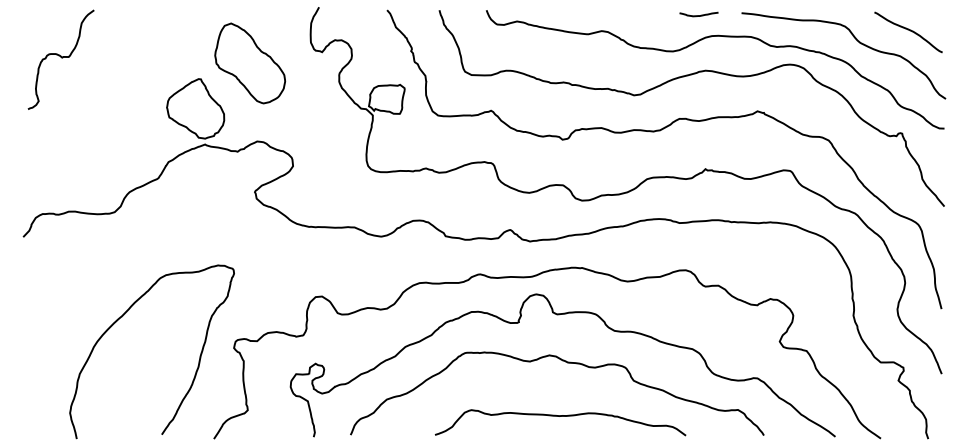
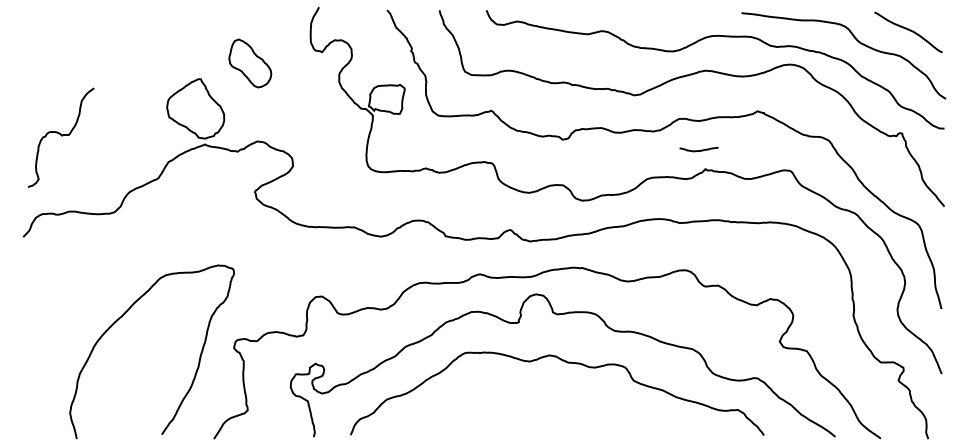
curve at (698, 15) position: (698, 15) -> (698, 150)
curve at (61, 58) position: (61, 58) -> (61, 136)
part at (250, 63) size: 73x83 px -> 45x51 px
curve at (560, 416): present -> none
